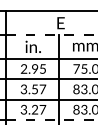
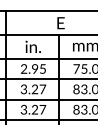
line at (52, 35): dashed -> solid
text at (34, 89): 3.57 -> 3.27
line at (52, 120): dashed -> solid
